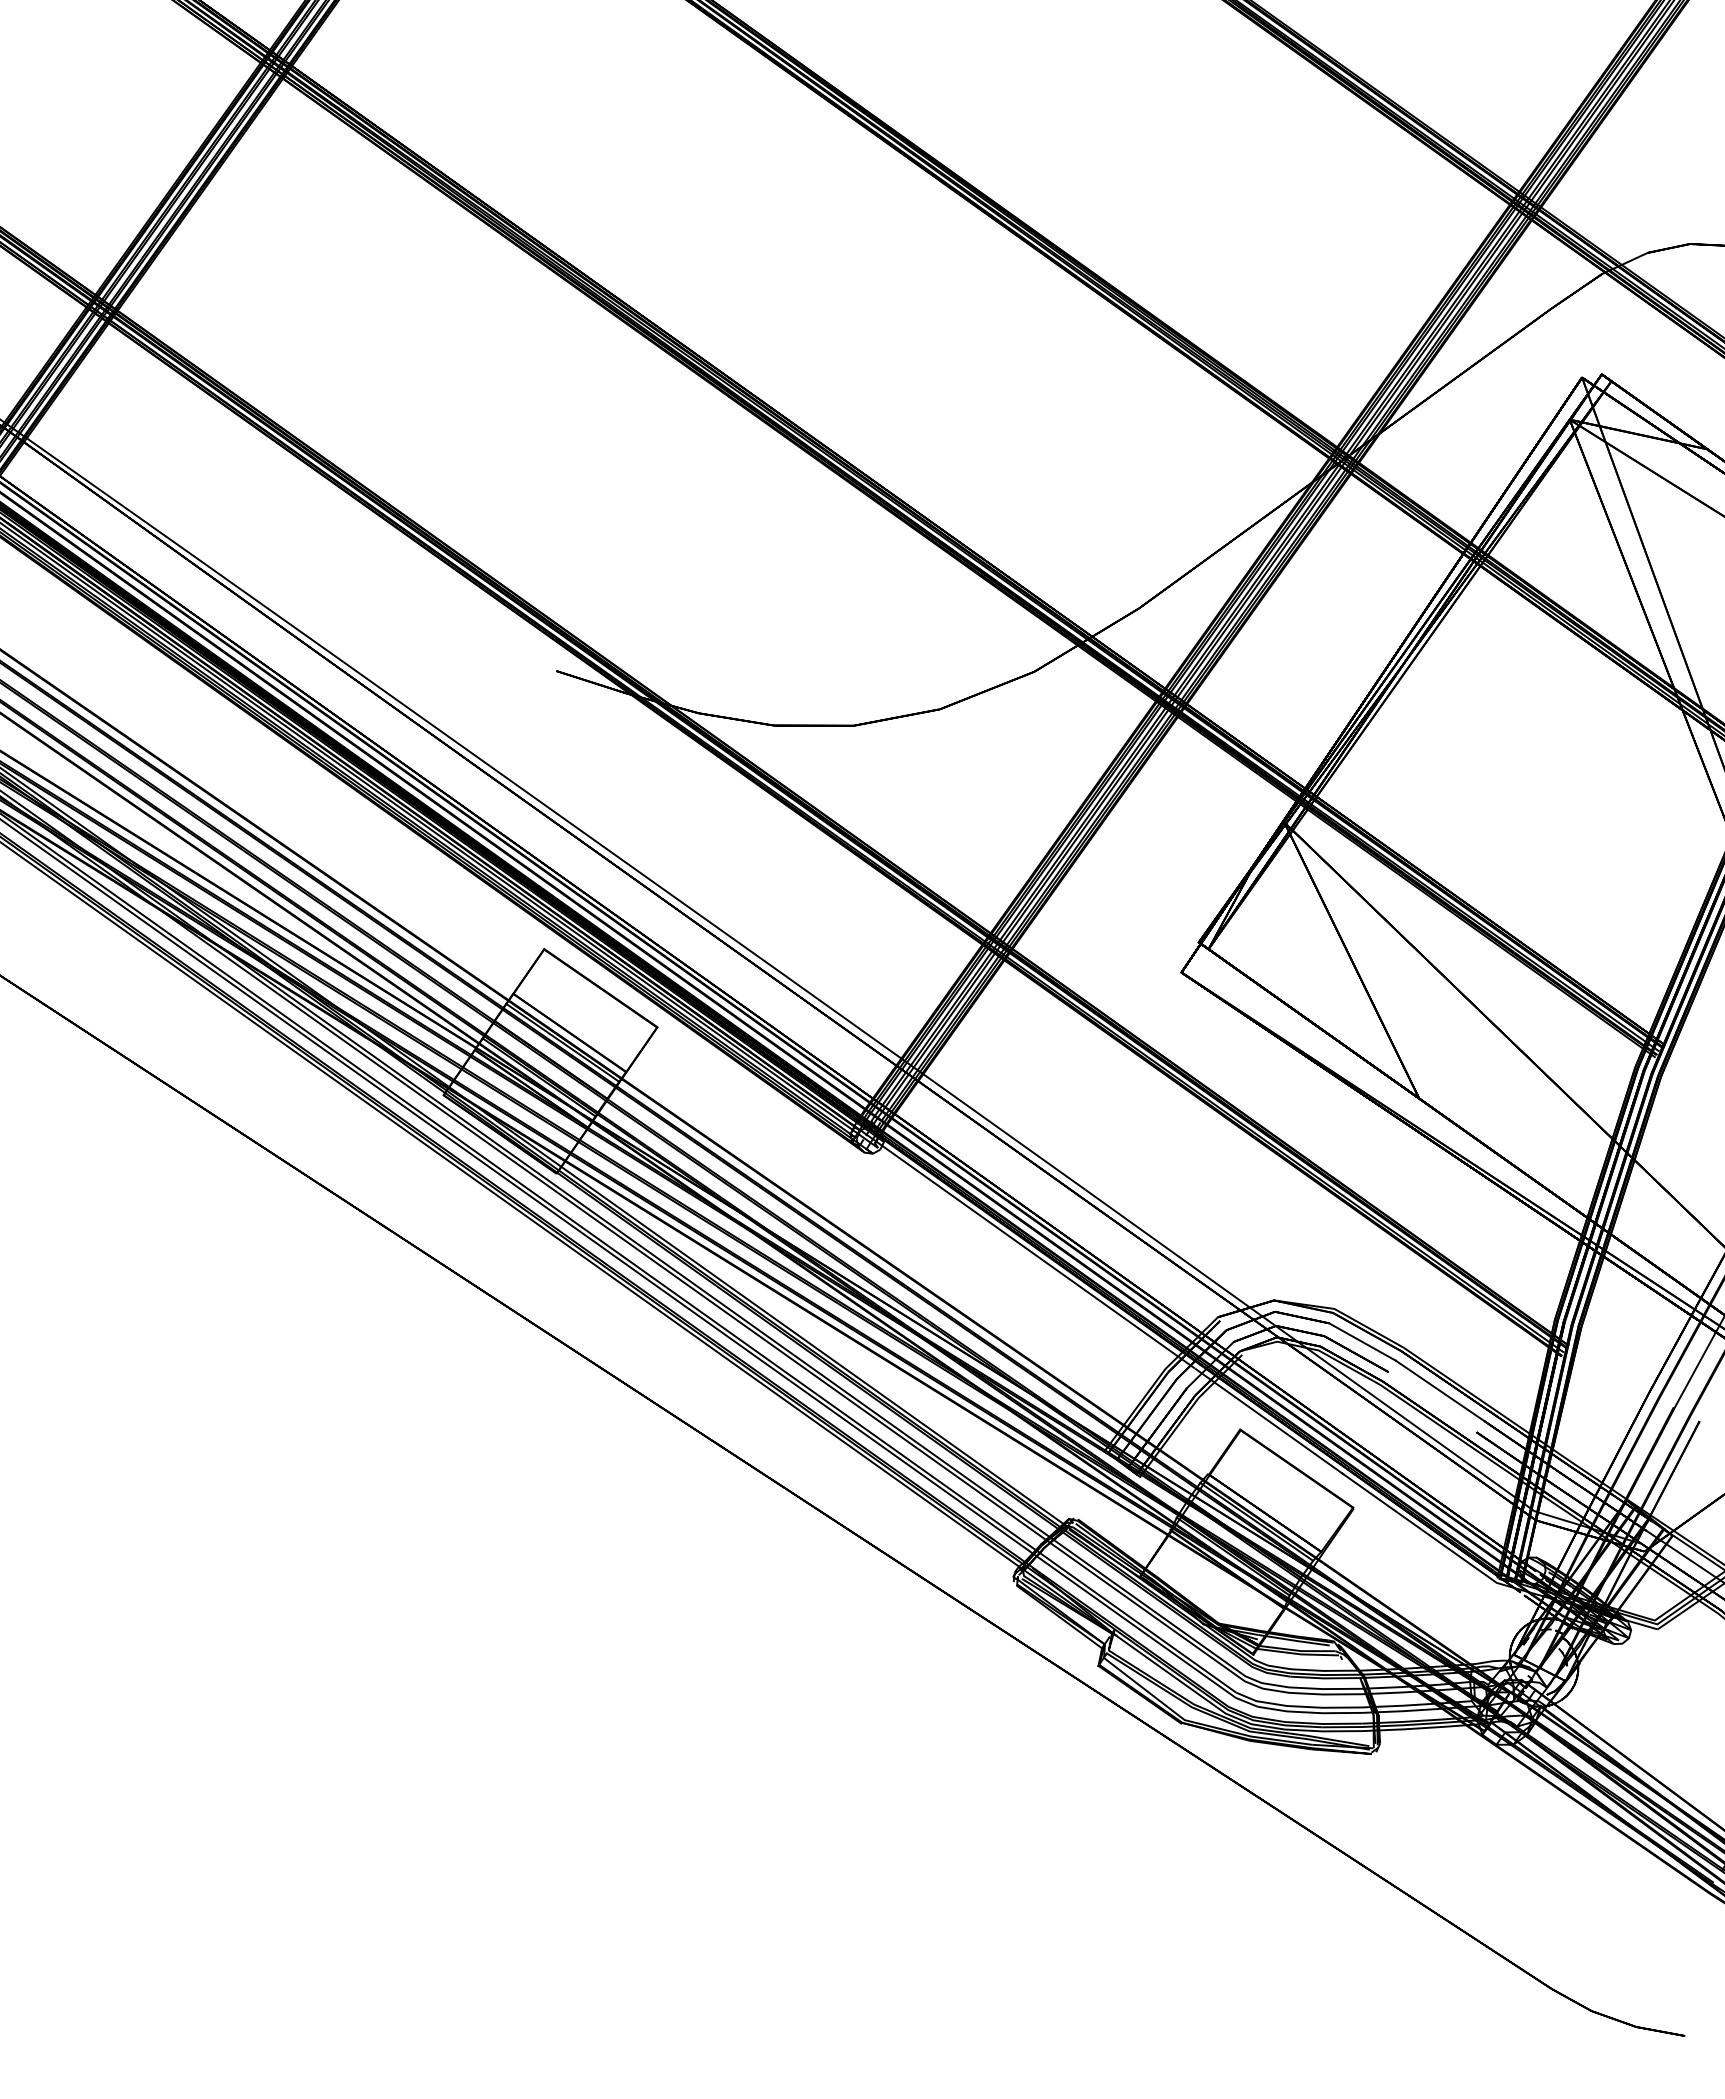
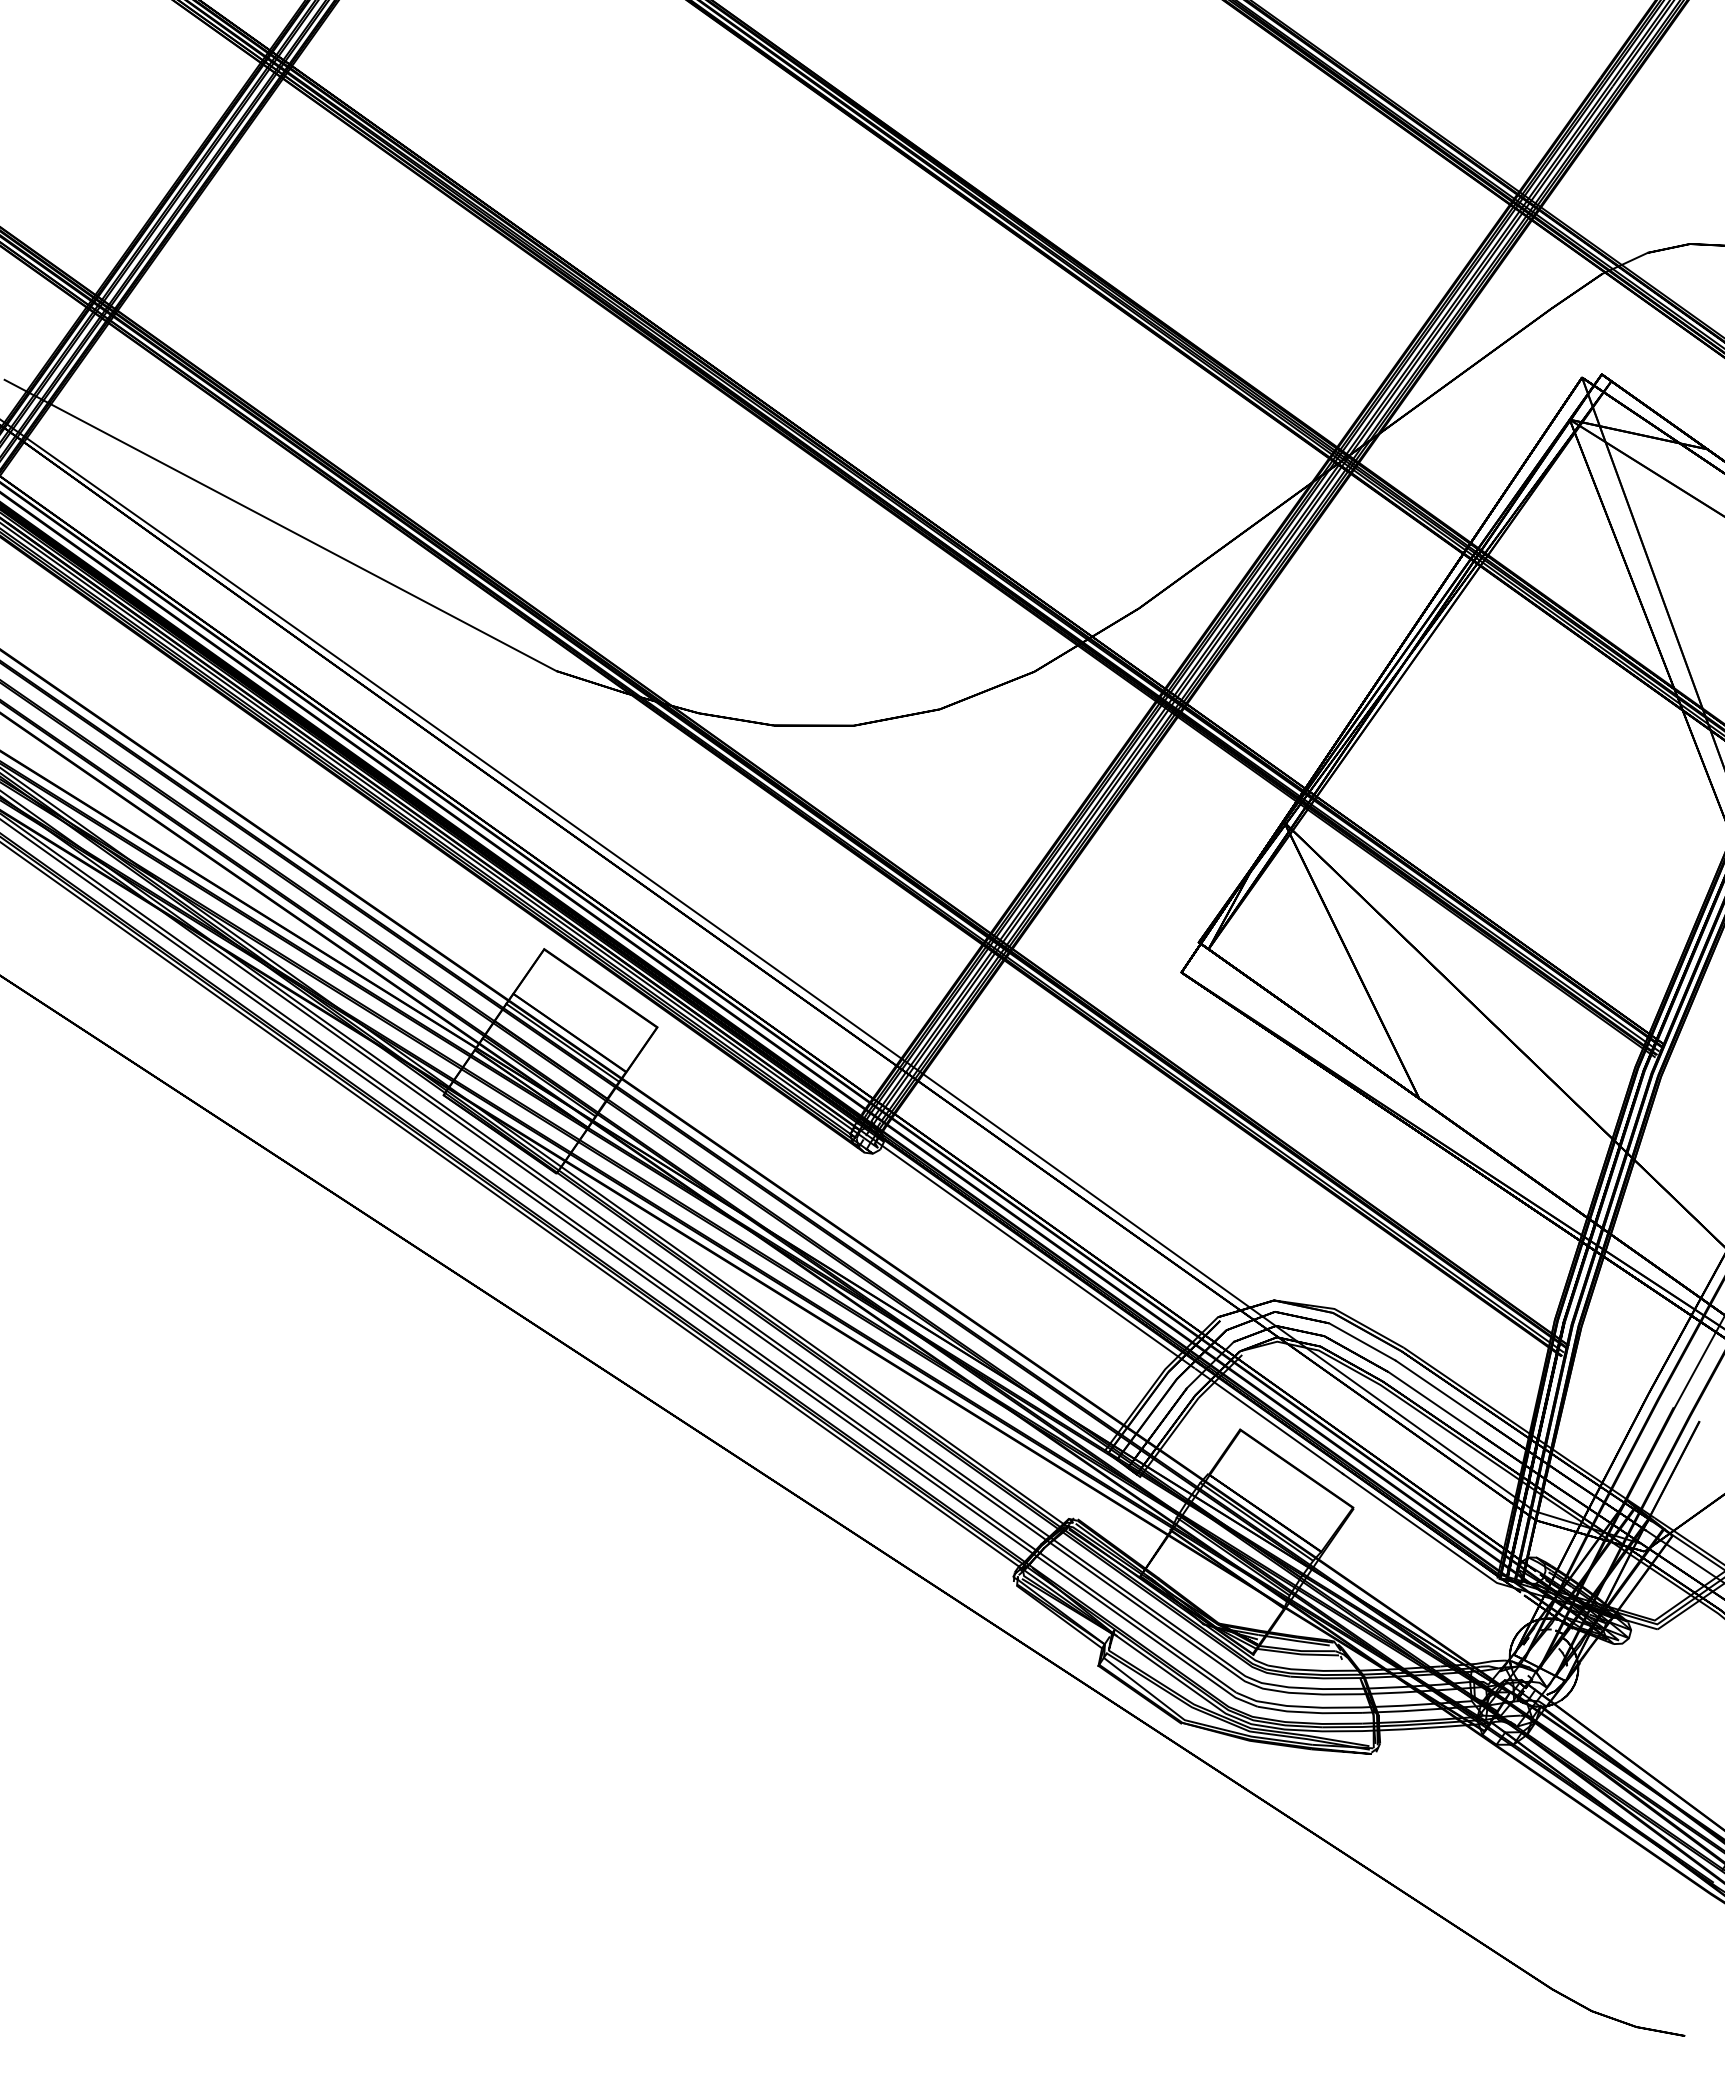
line at (280, 525): none -> present
line at (1432, 1402): none -> present
